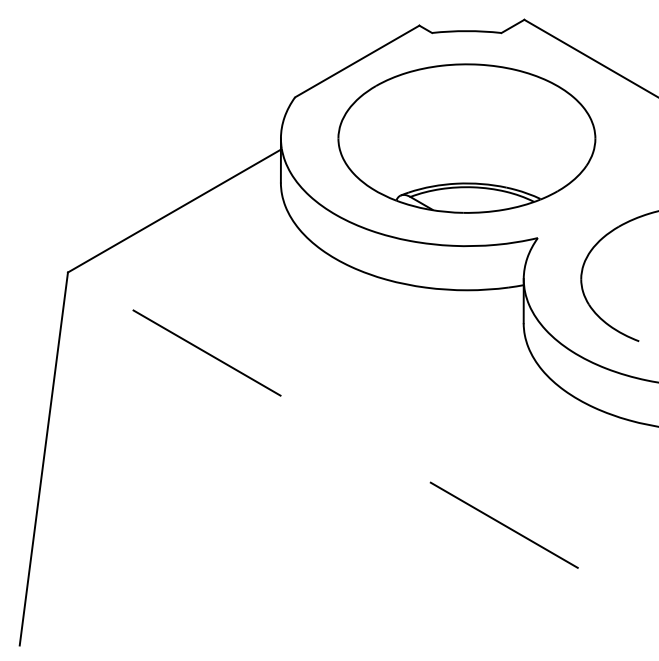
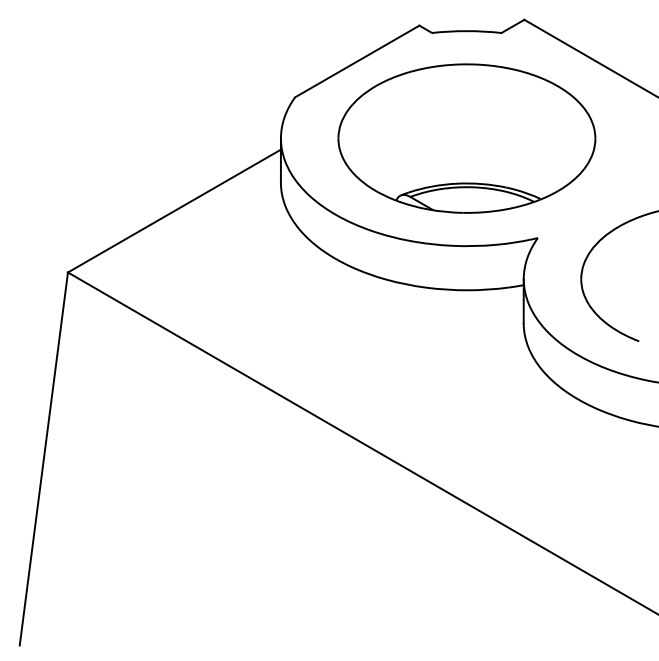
line at (362, 443): dashed -> solid
